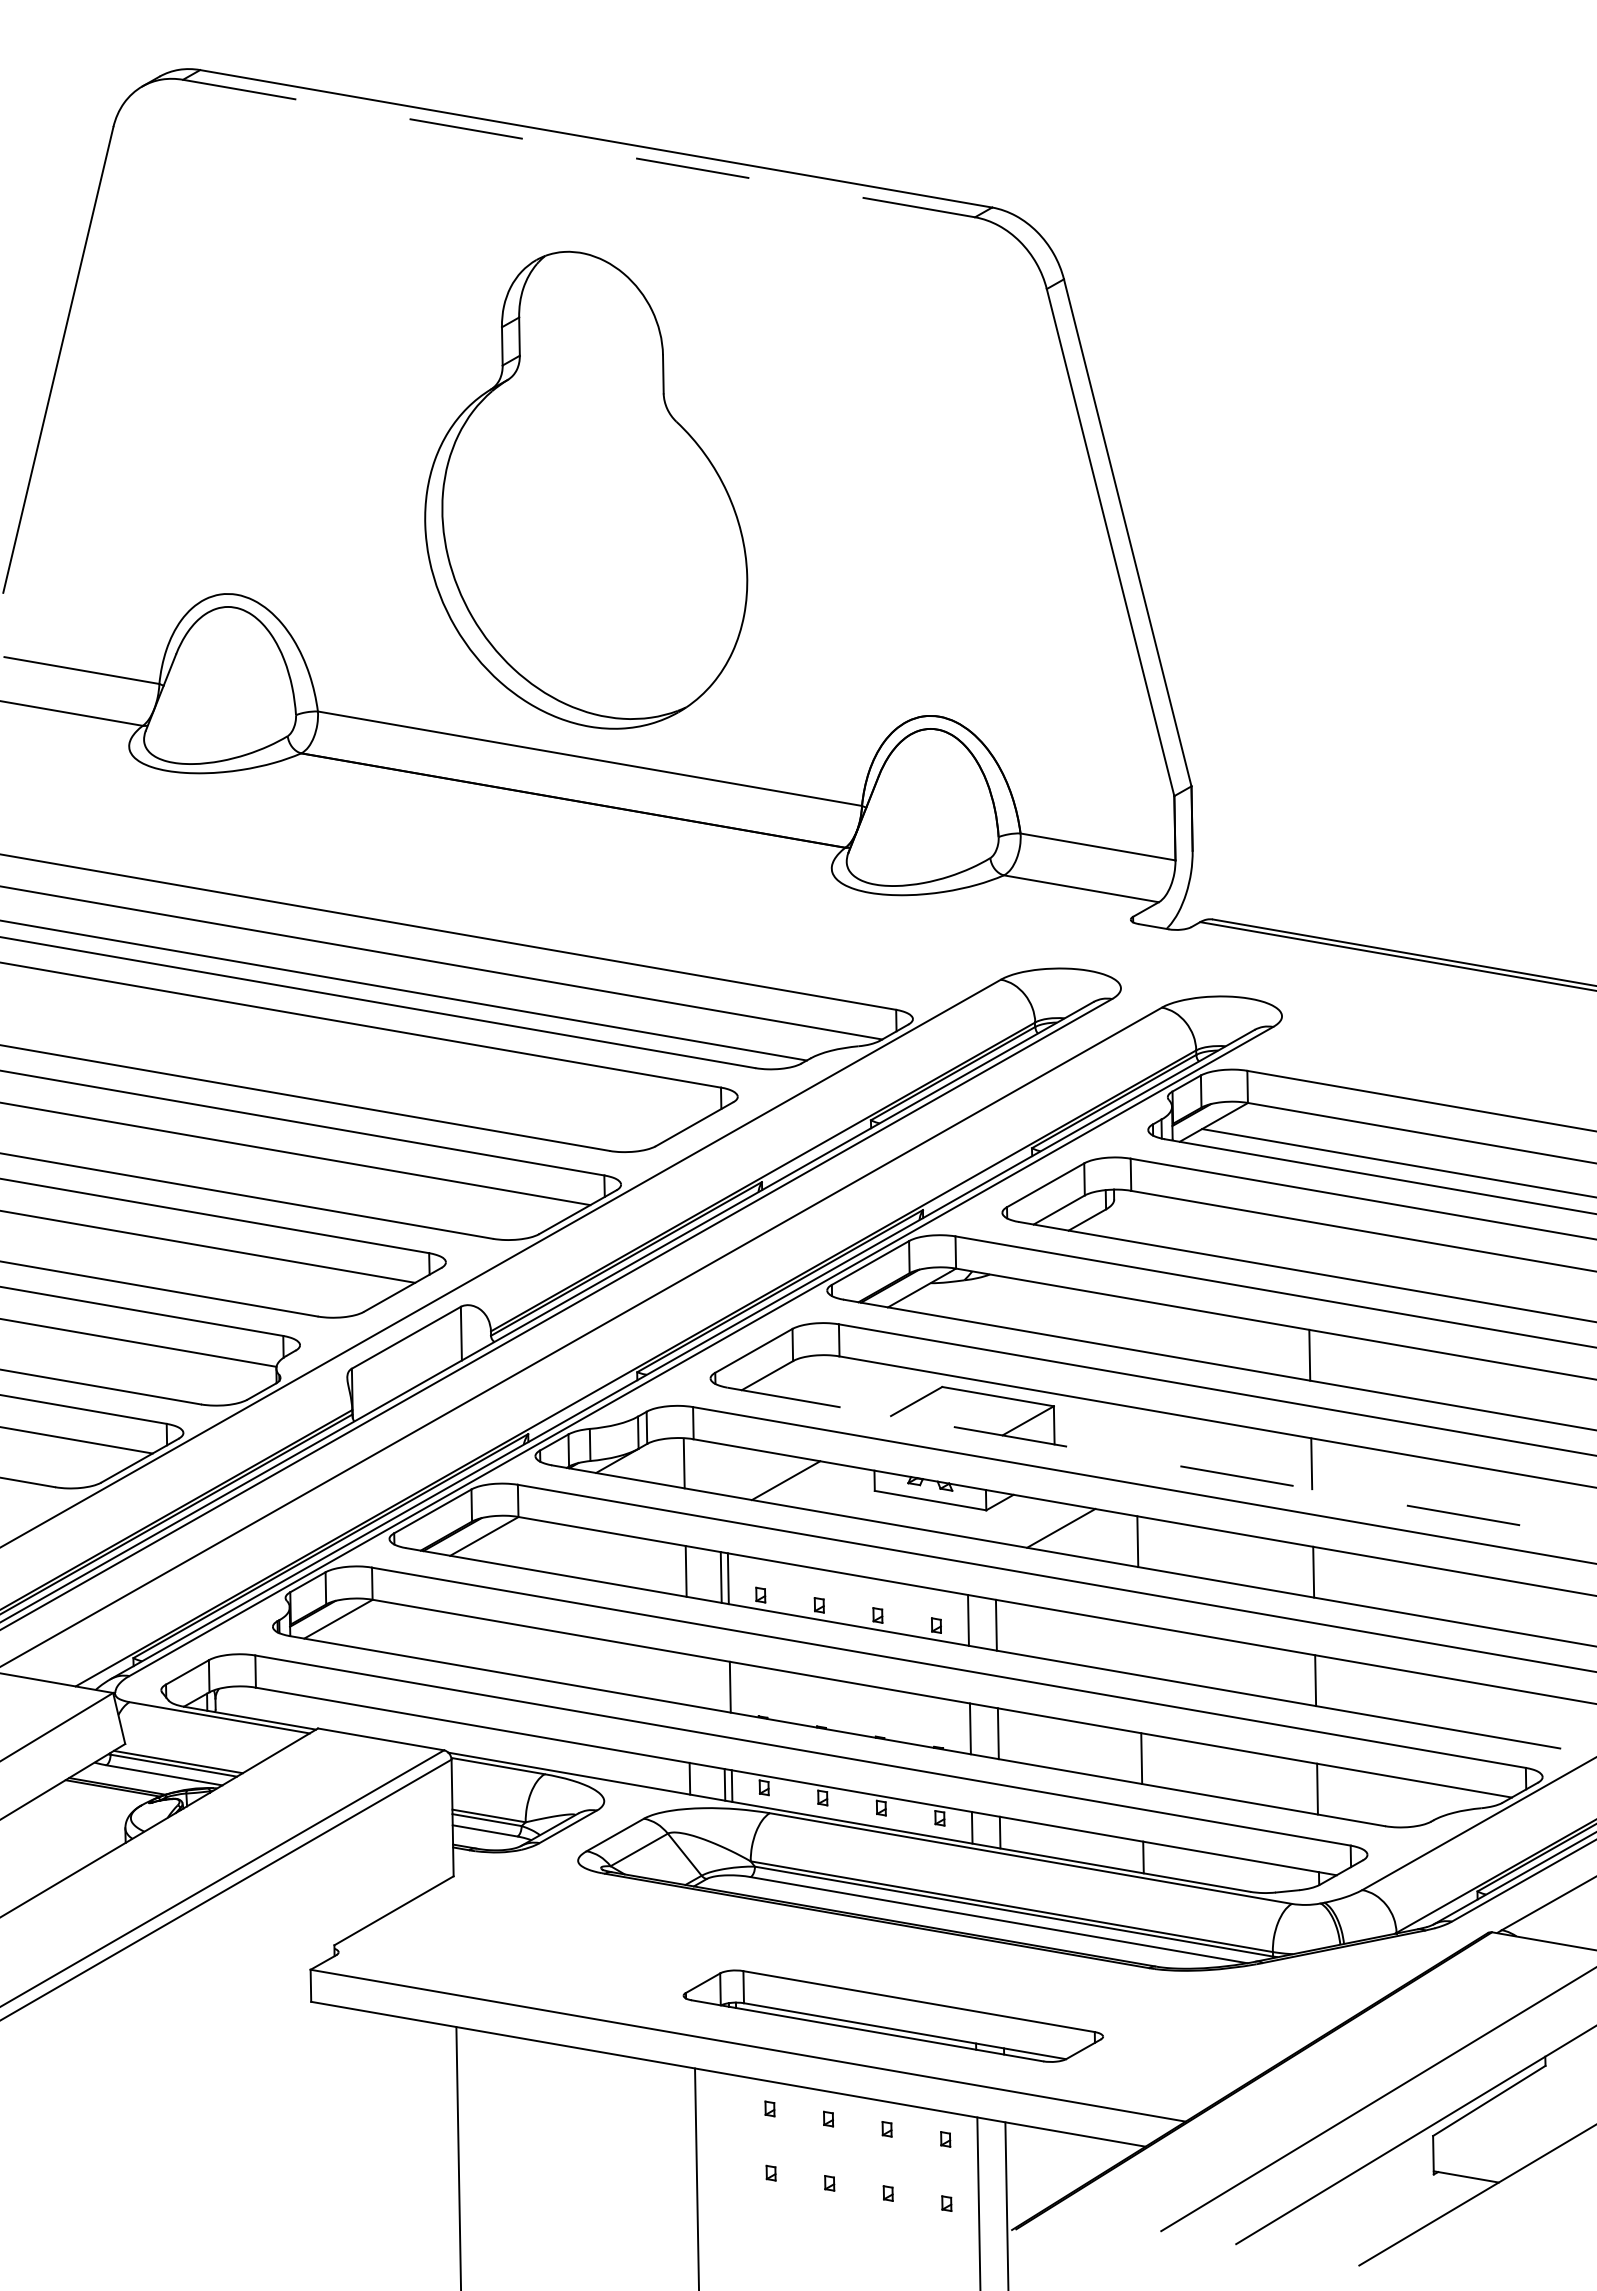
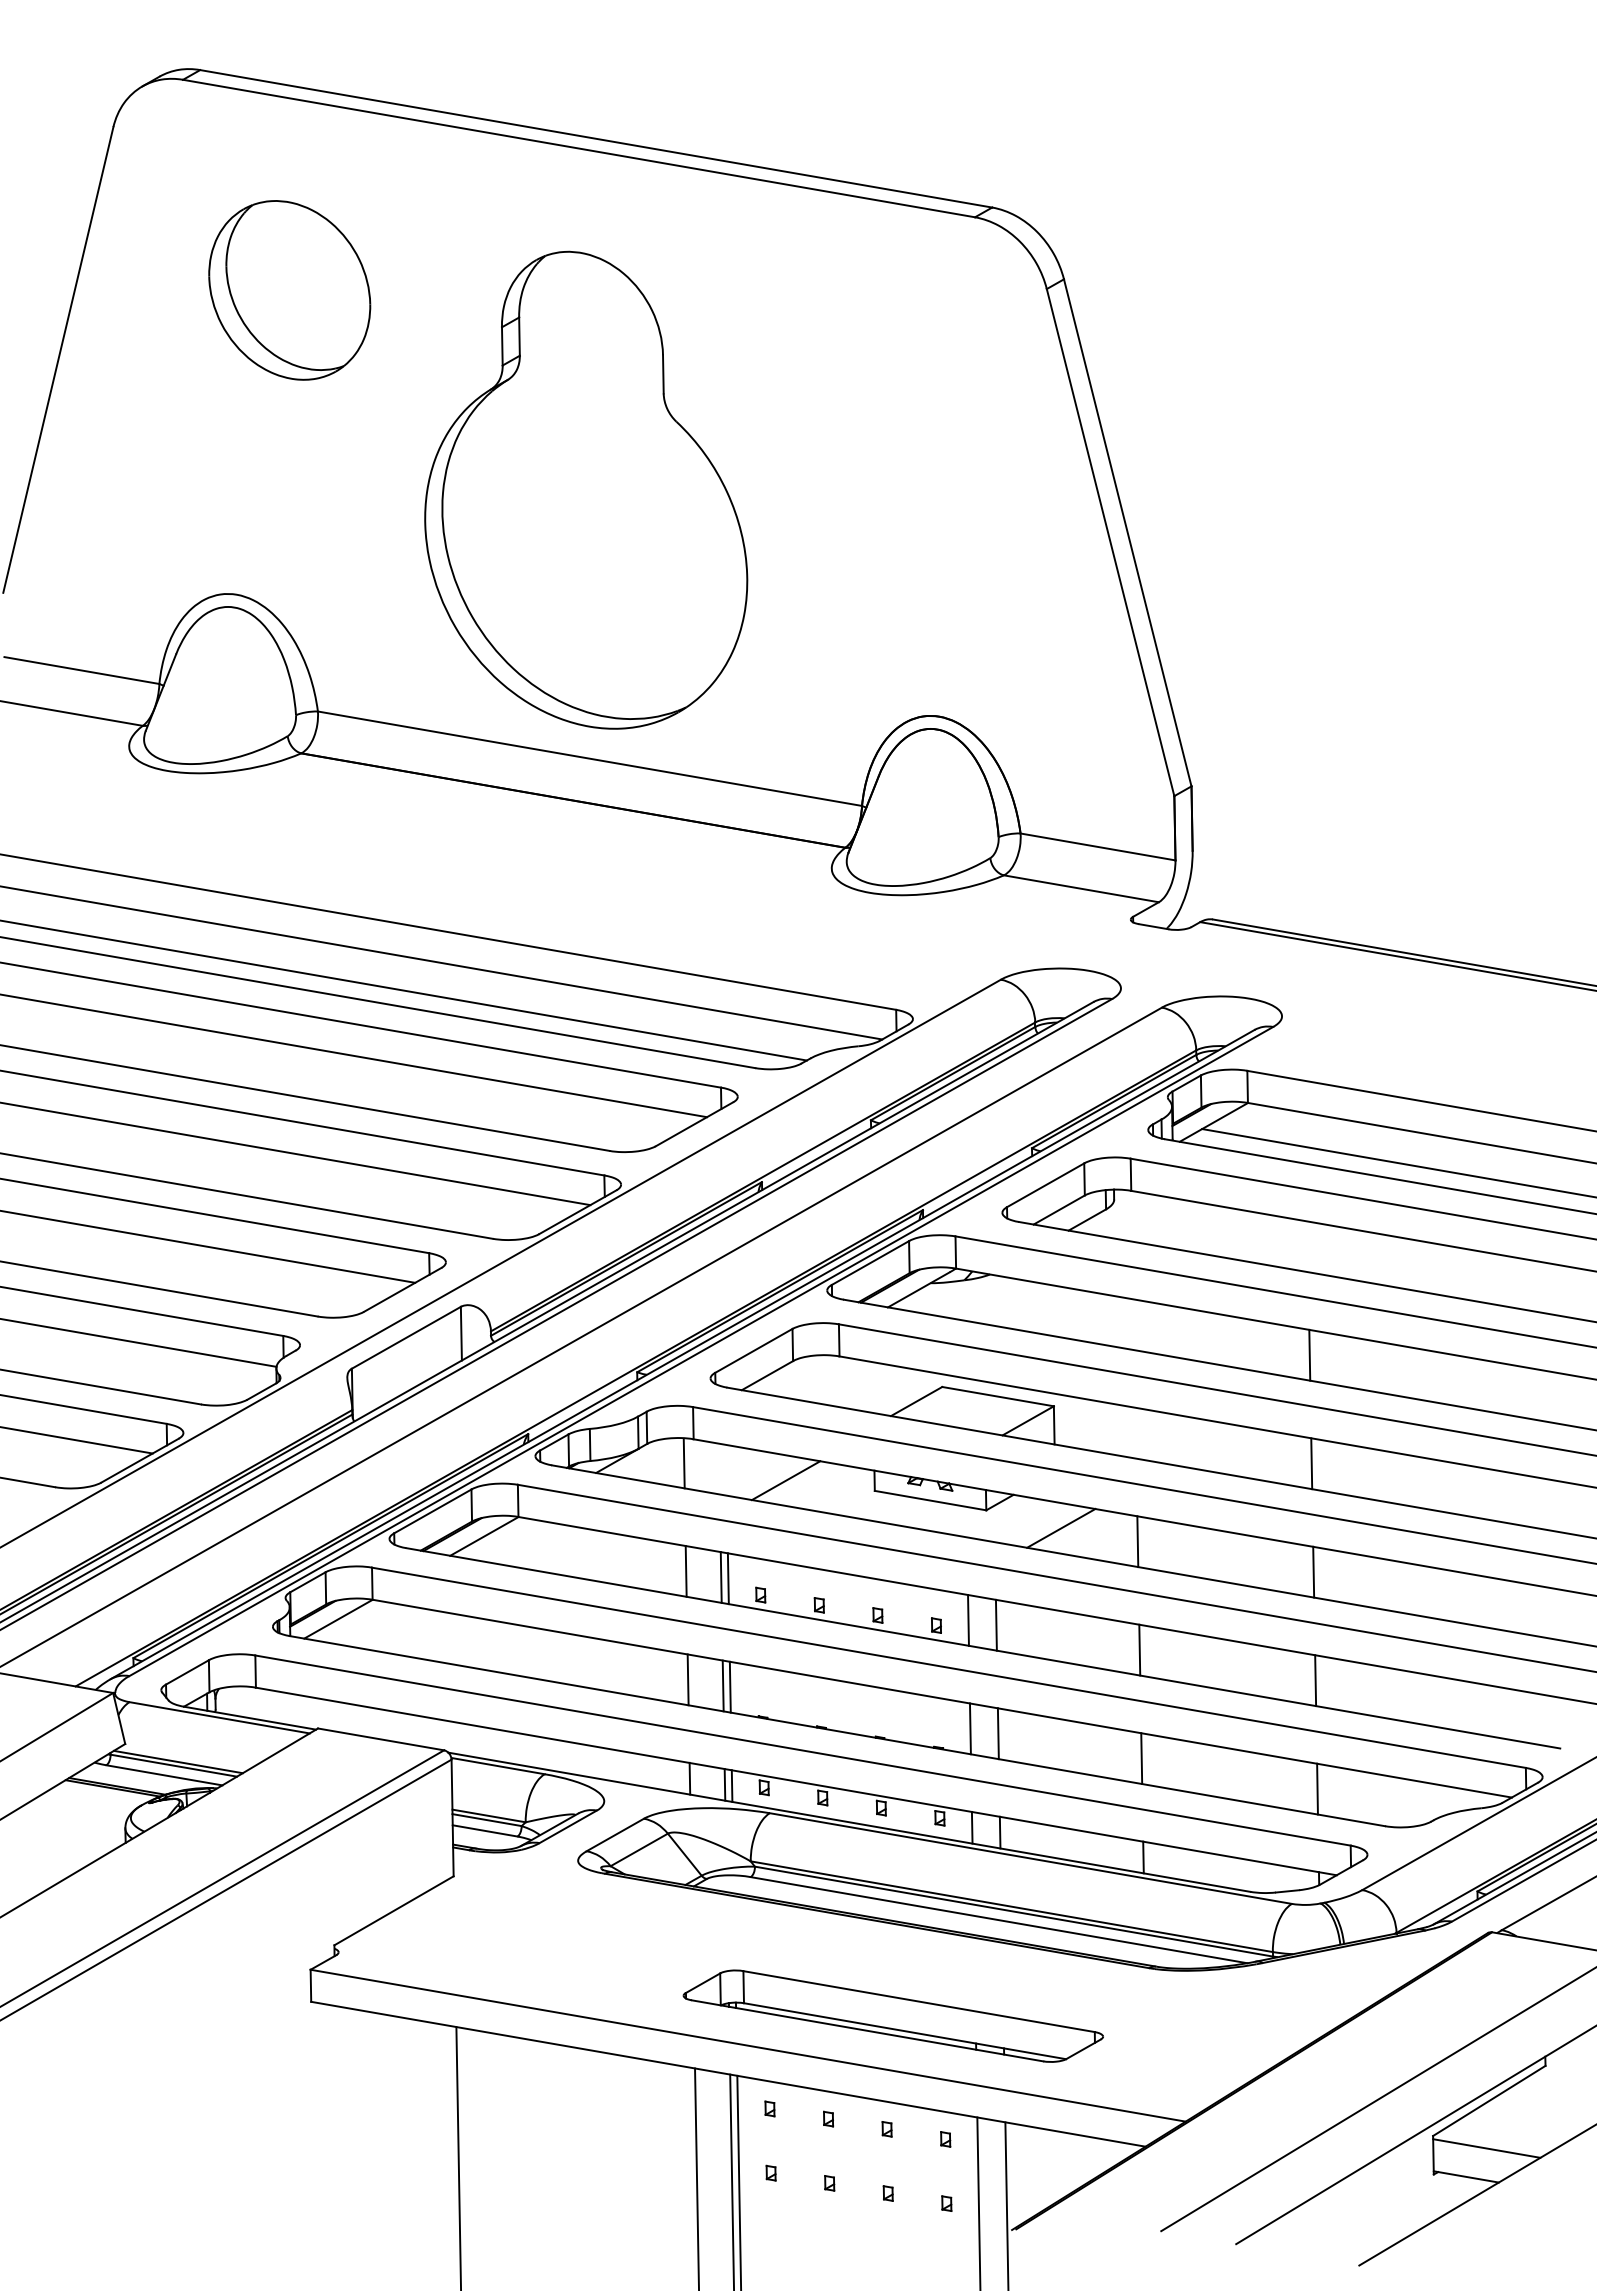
line at (579, 148): dashed -> solid
part at (289, 290): none -> present
line at (354, 1055): none -> present
line at (1161, 1463): dashed -> solid
line at (1139, 1649): none -> present
line at (687, 1679): none -> present
line at (722, 1685): none -> present
line at (1486, 2148): none -> present
line at (731, 2180): none -> present
line at (739, 2181): none -> present
